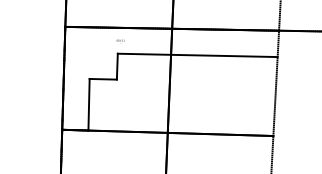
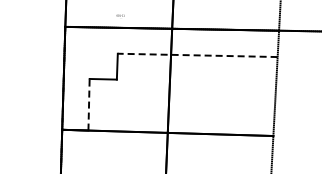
text at (120, 40) position: (120, 40) -> (120, 15)
line at (197, 55): solid -> dashed
line at (89, 104): solid -> dashed
